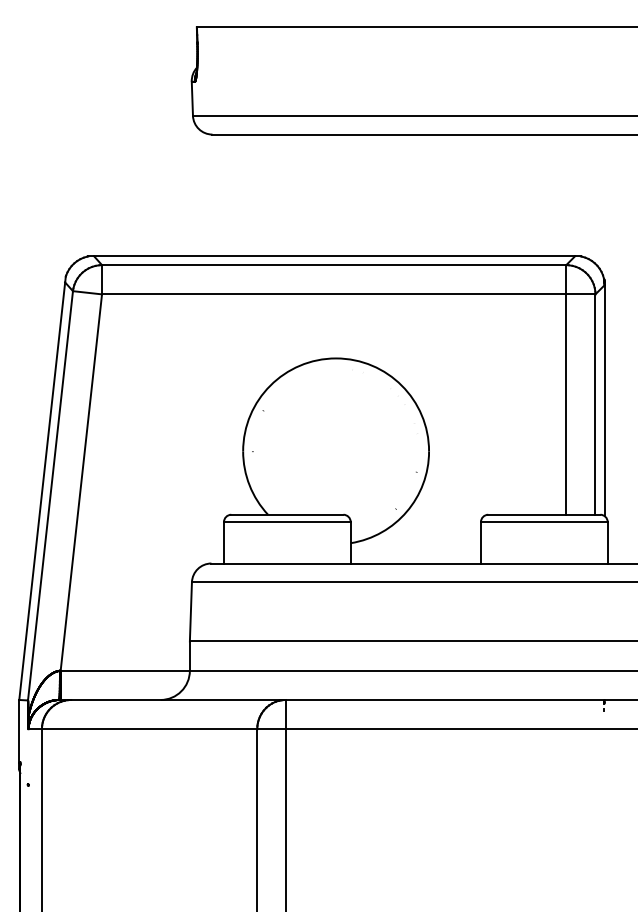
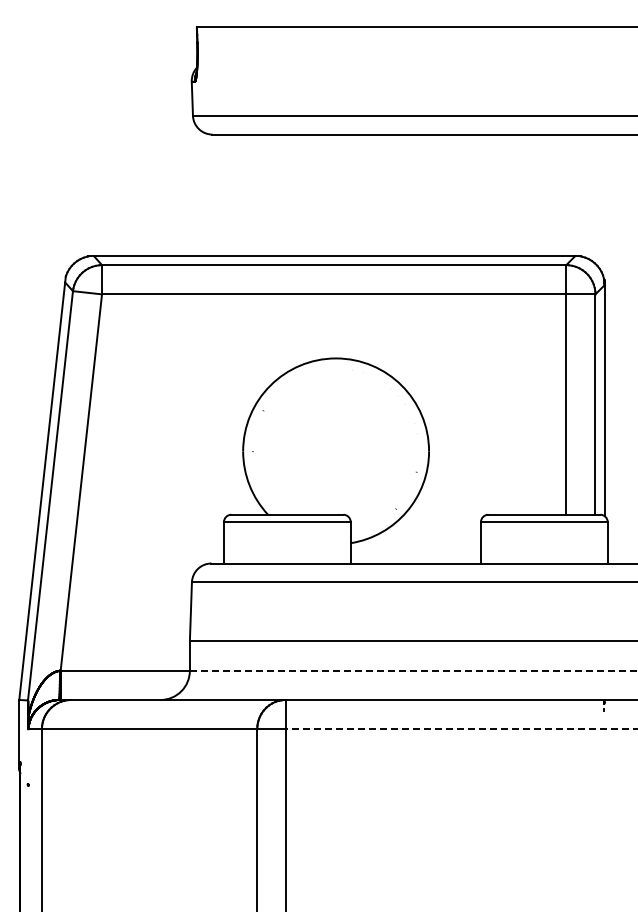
line at (413, 670): solid -> dashed
line at (461, 729): solid -> dashed
